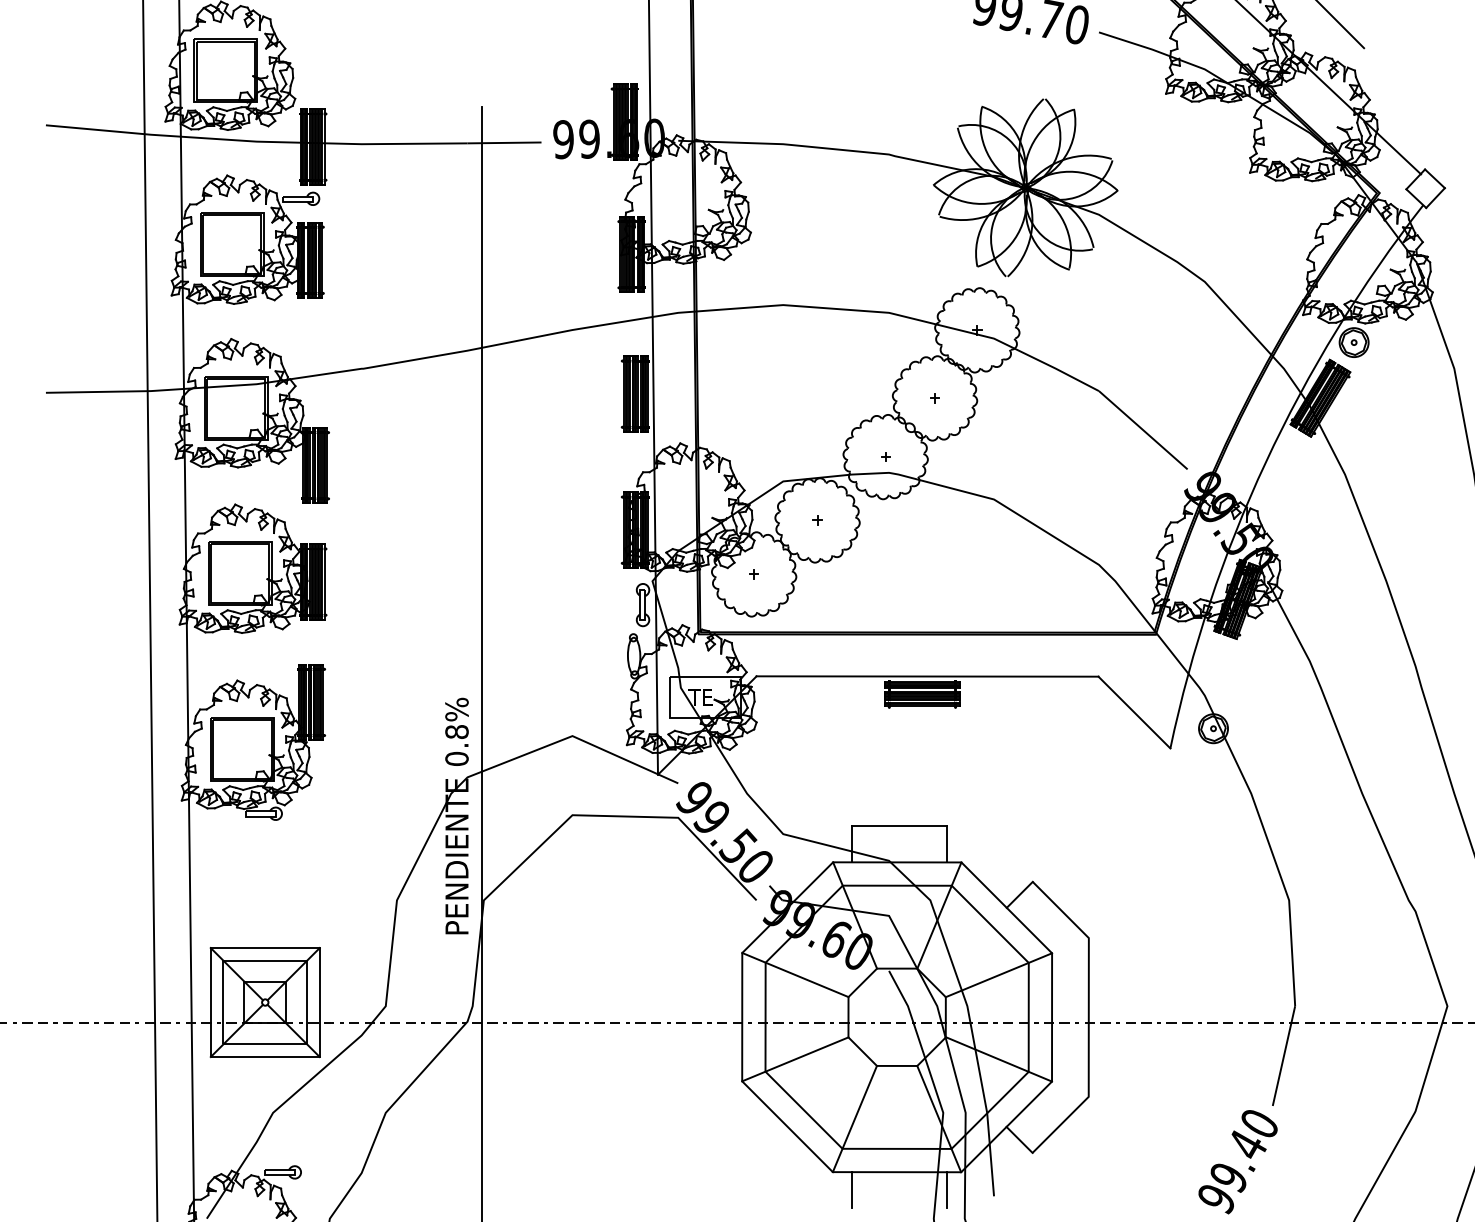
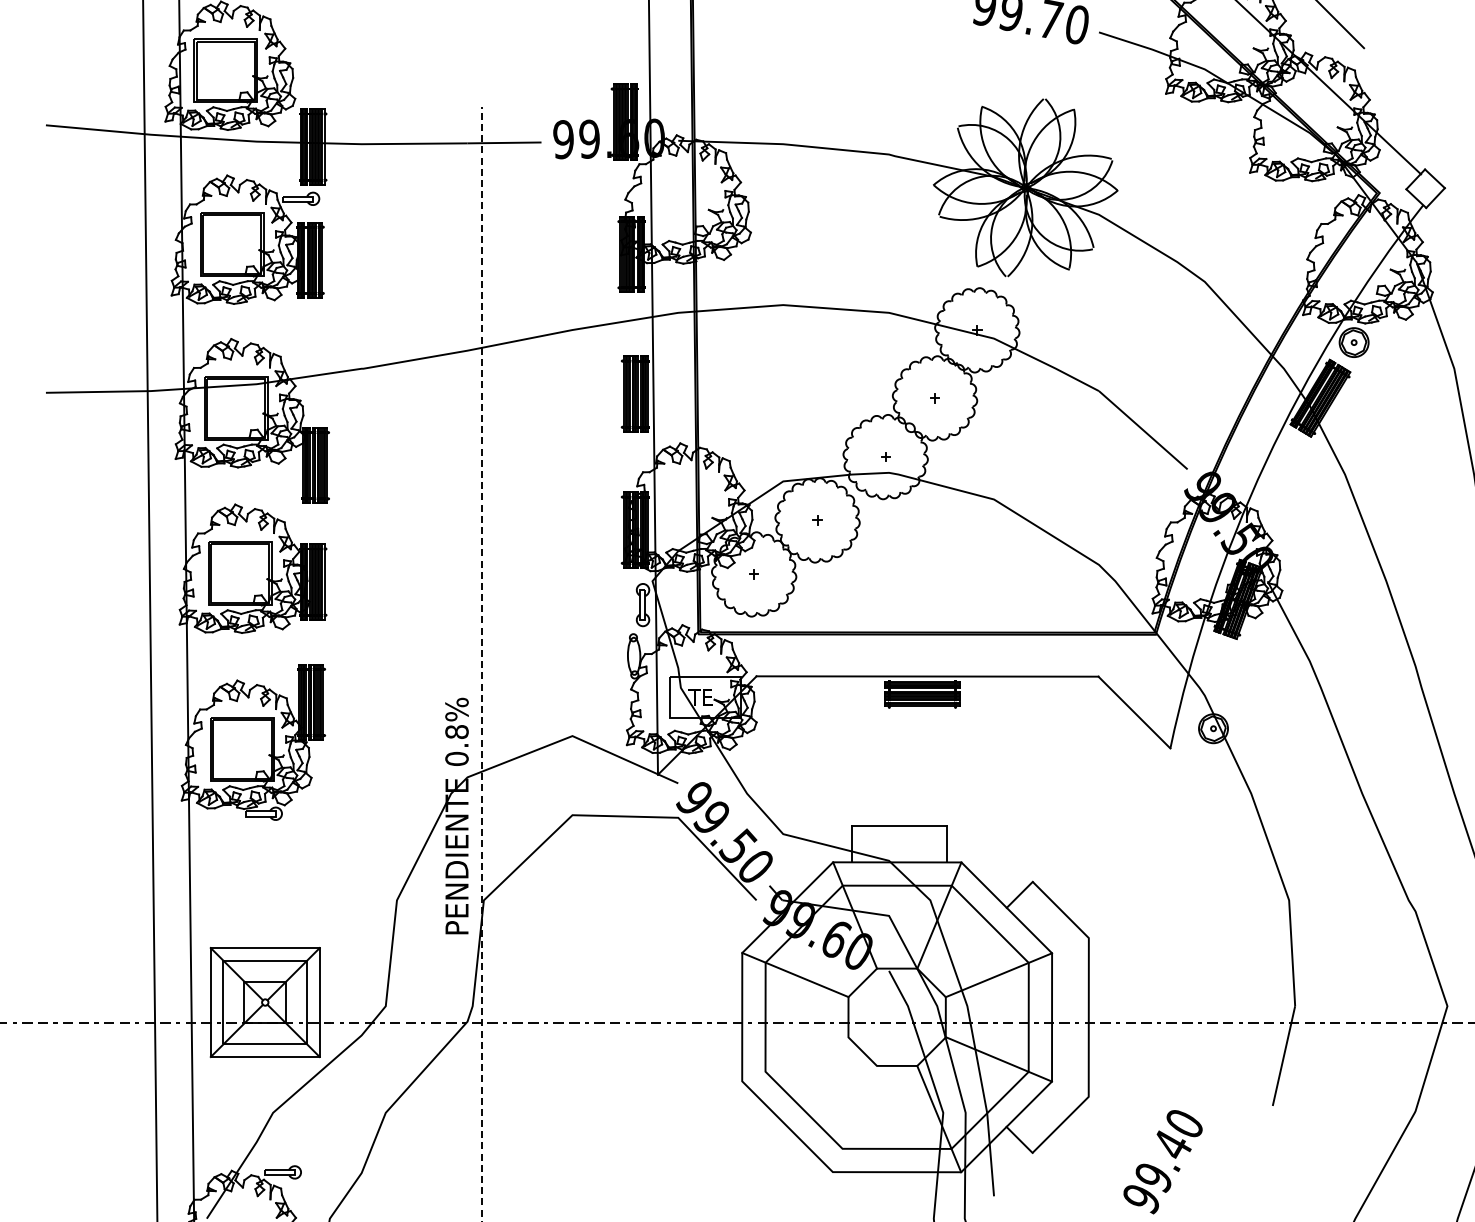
line at (481, 663): solid -> dashed
line at (795, 1059): present -> none
line at (854, 1118): present -> none
text at (1237, 1162) position: (1237, 1162) -> (1162, 1162)
line at (851, 1189): present -> none
line at (947, 1189): present -> none
